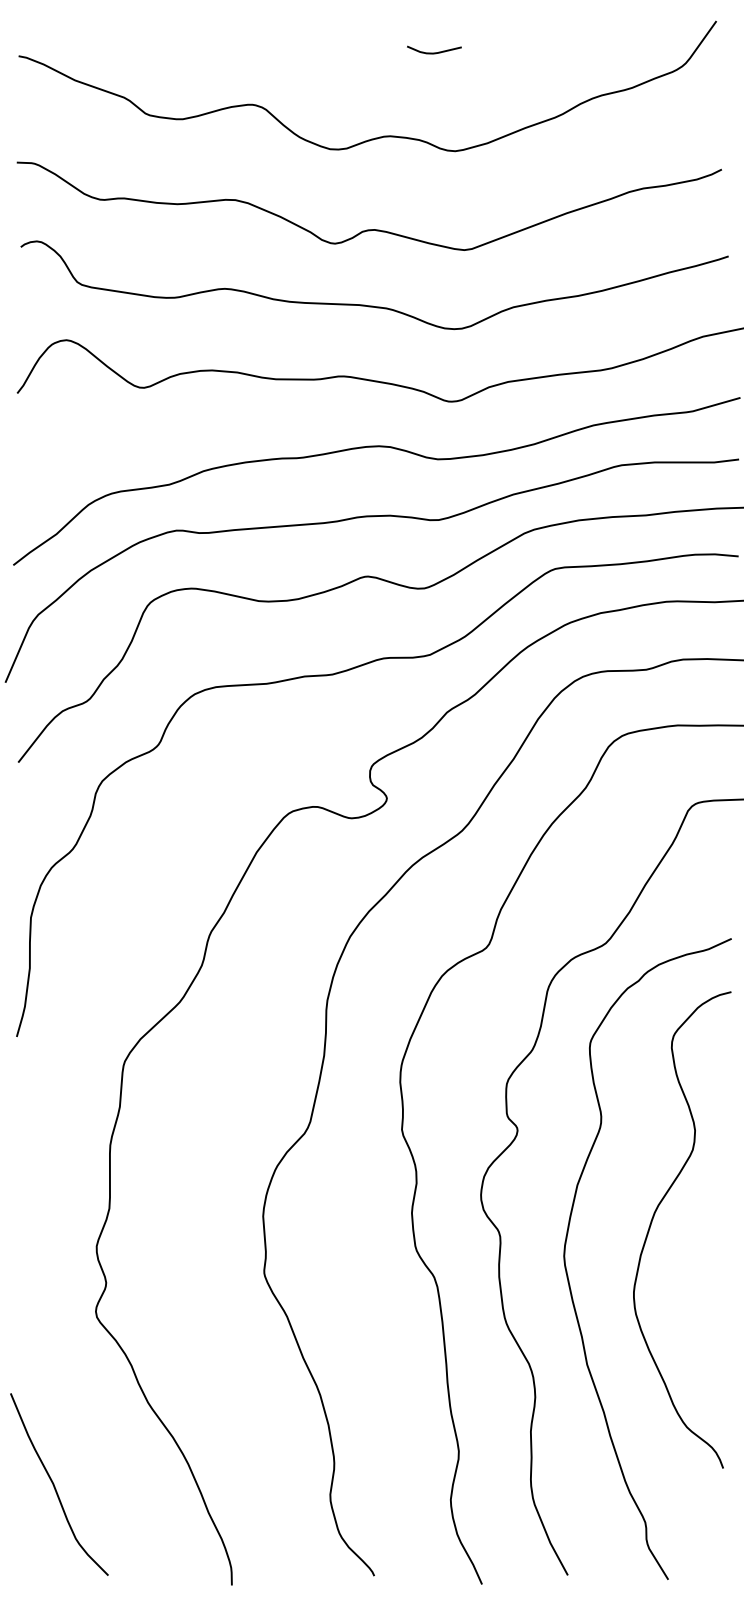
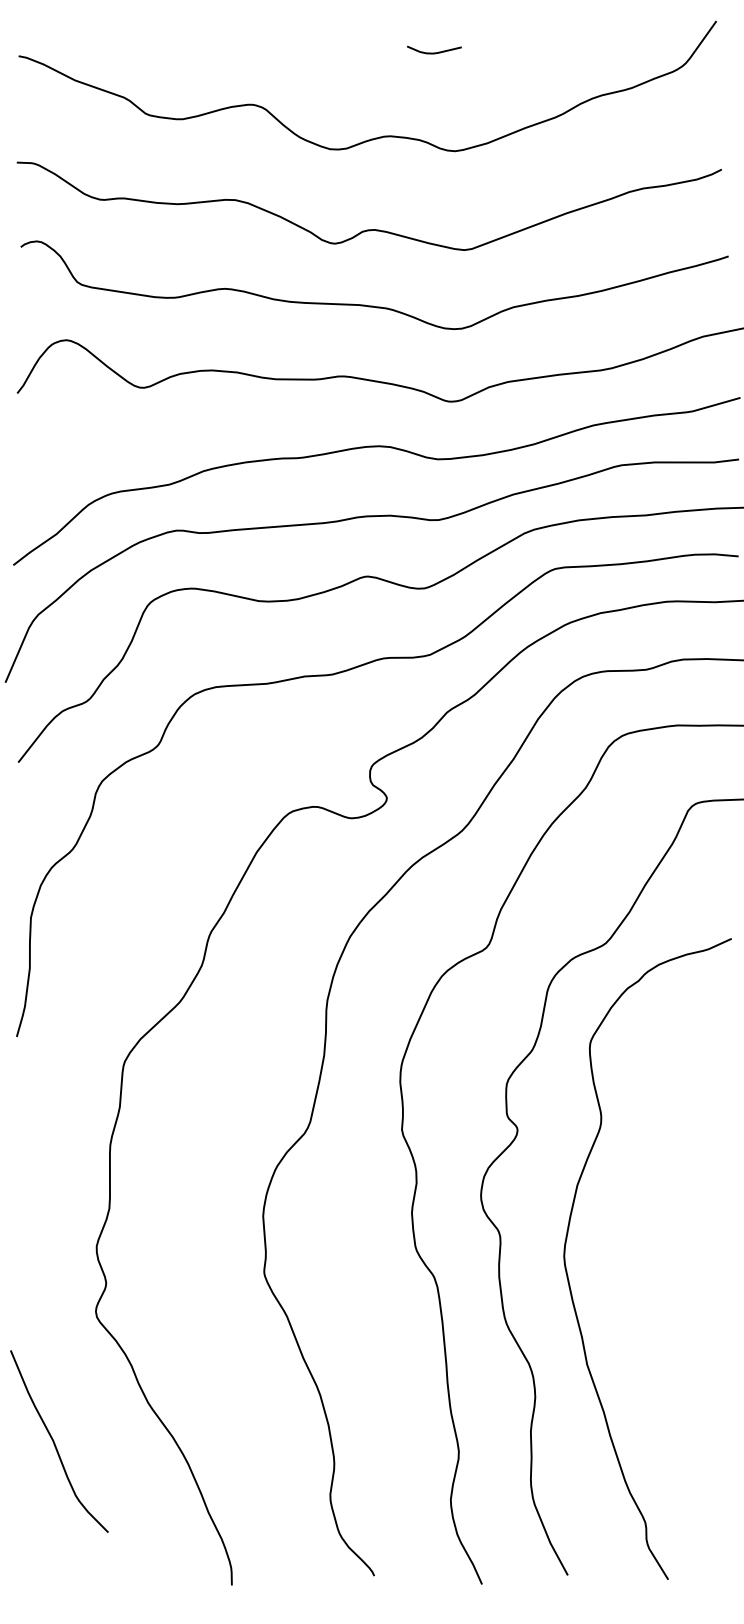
curve at (653, 1219): present -> none
curve at (55, 1486) position: (55, 1486) -> (55, 1443)
